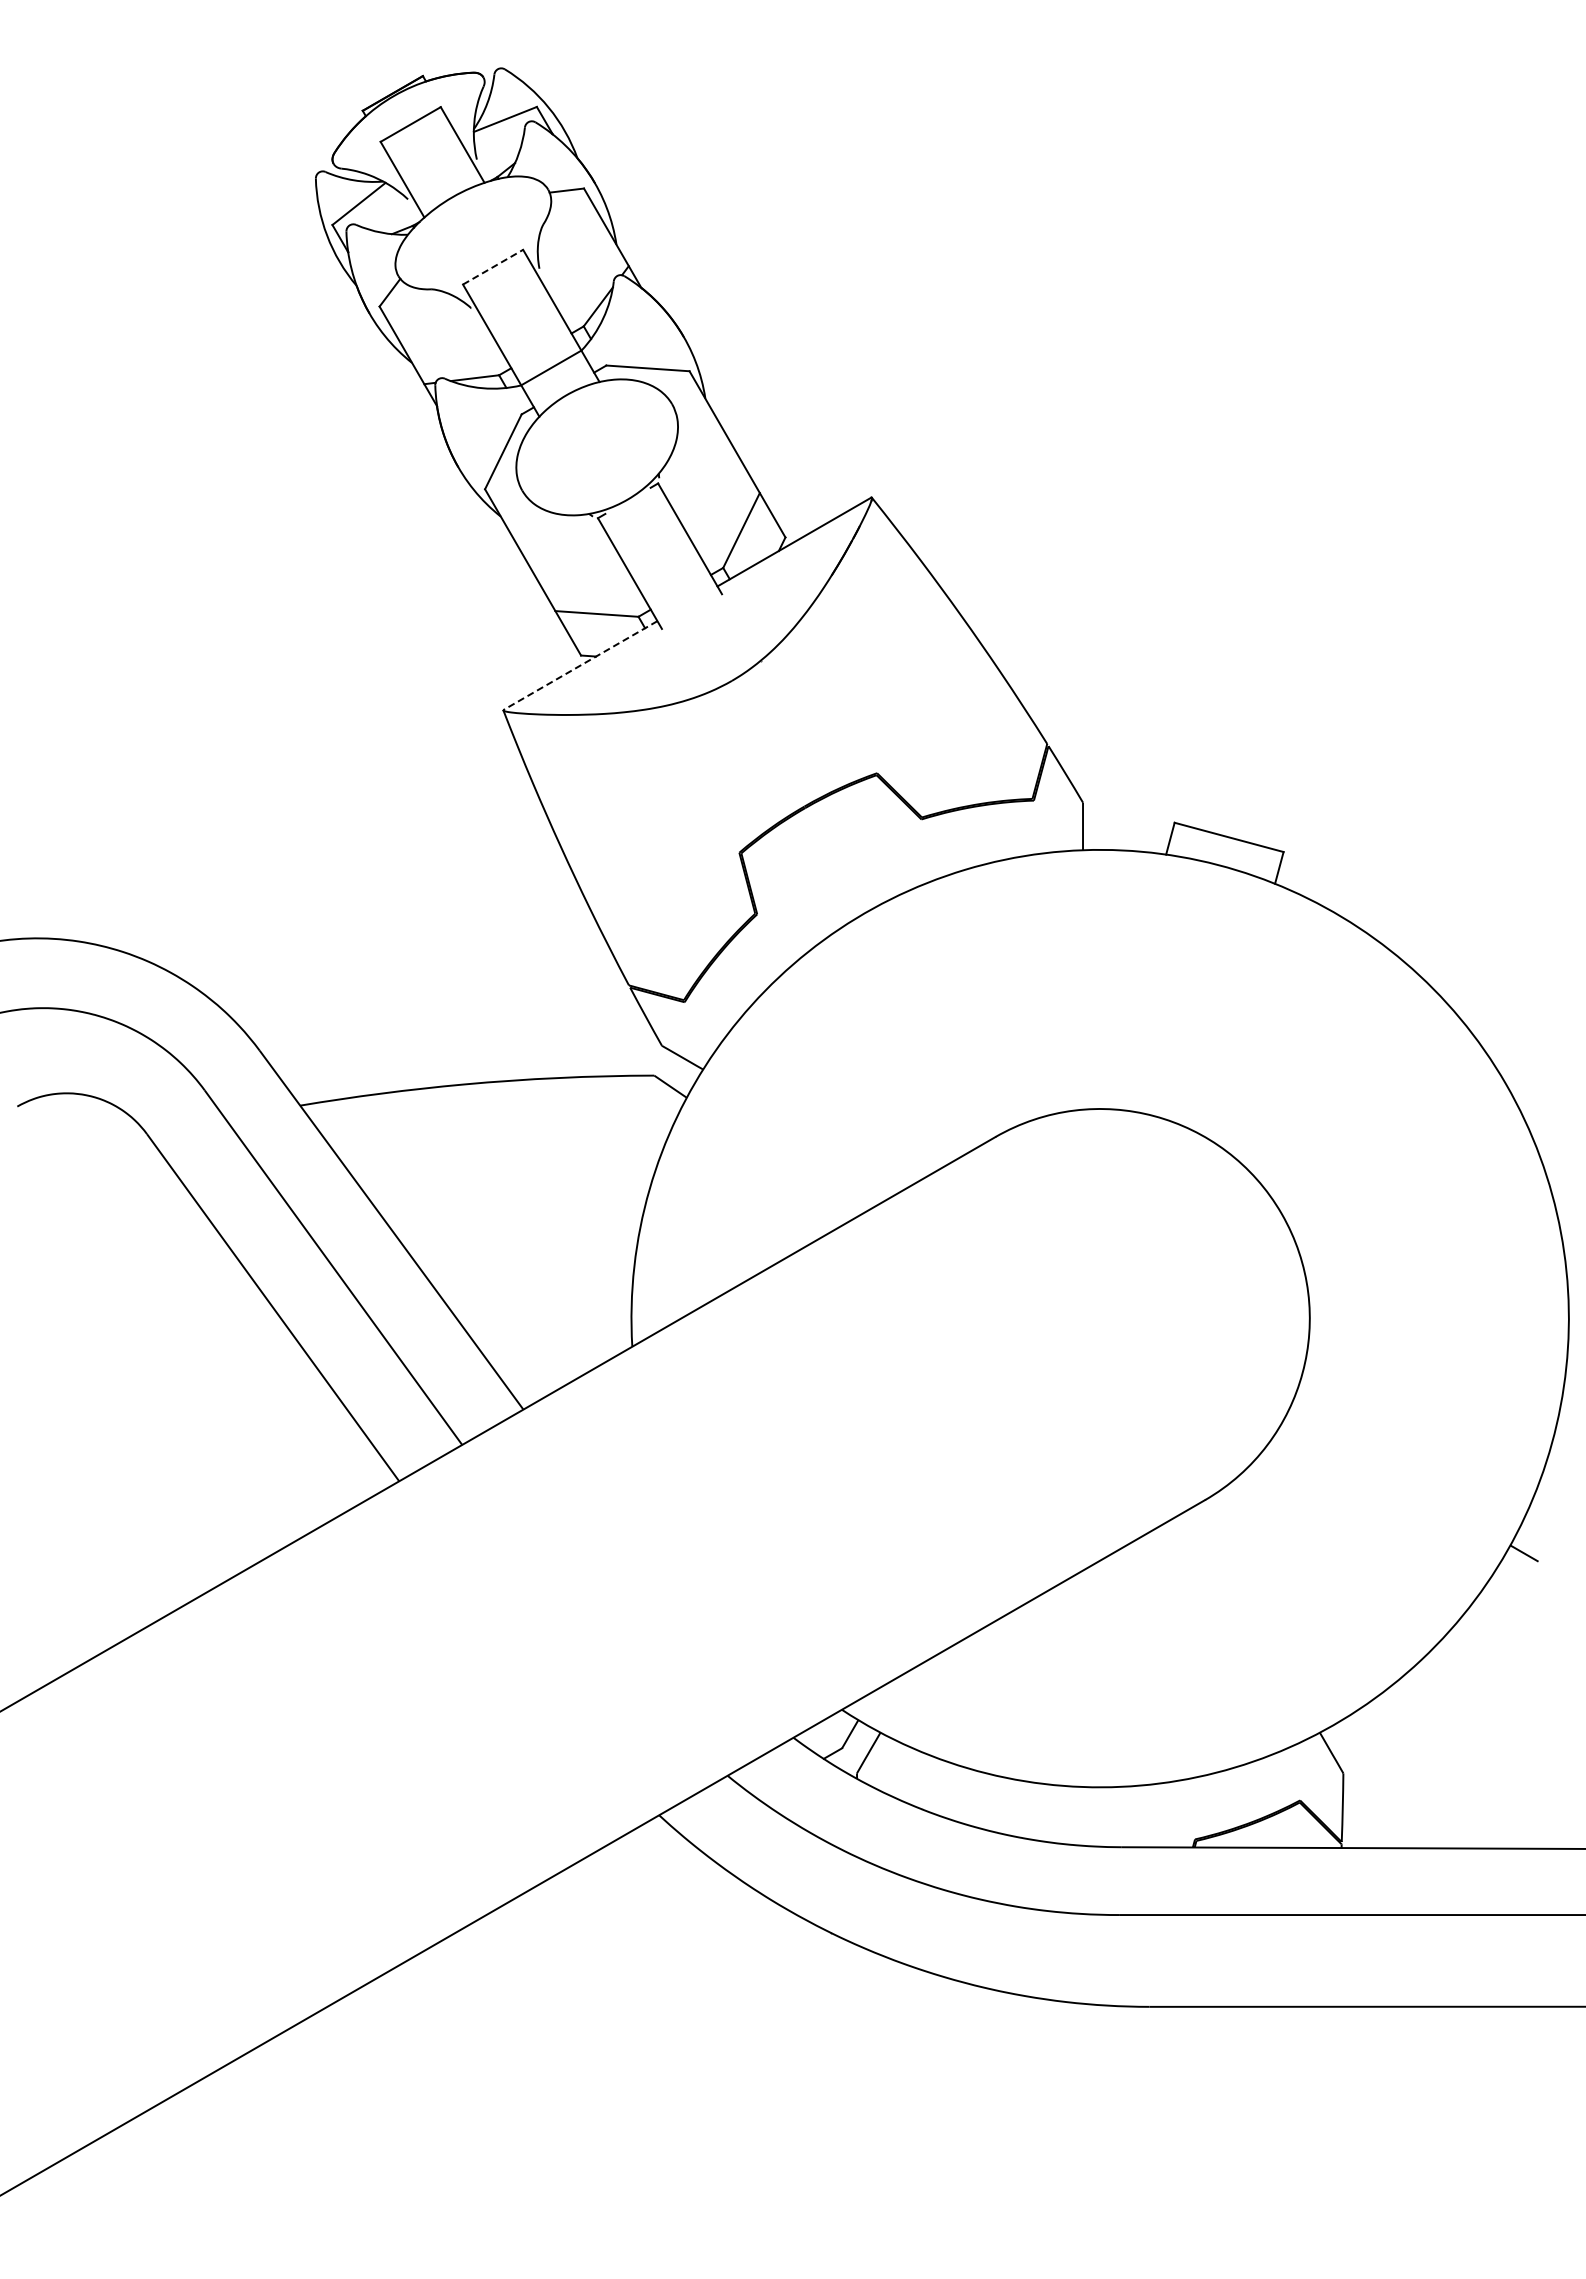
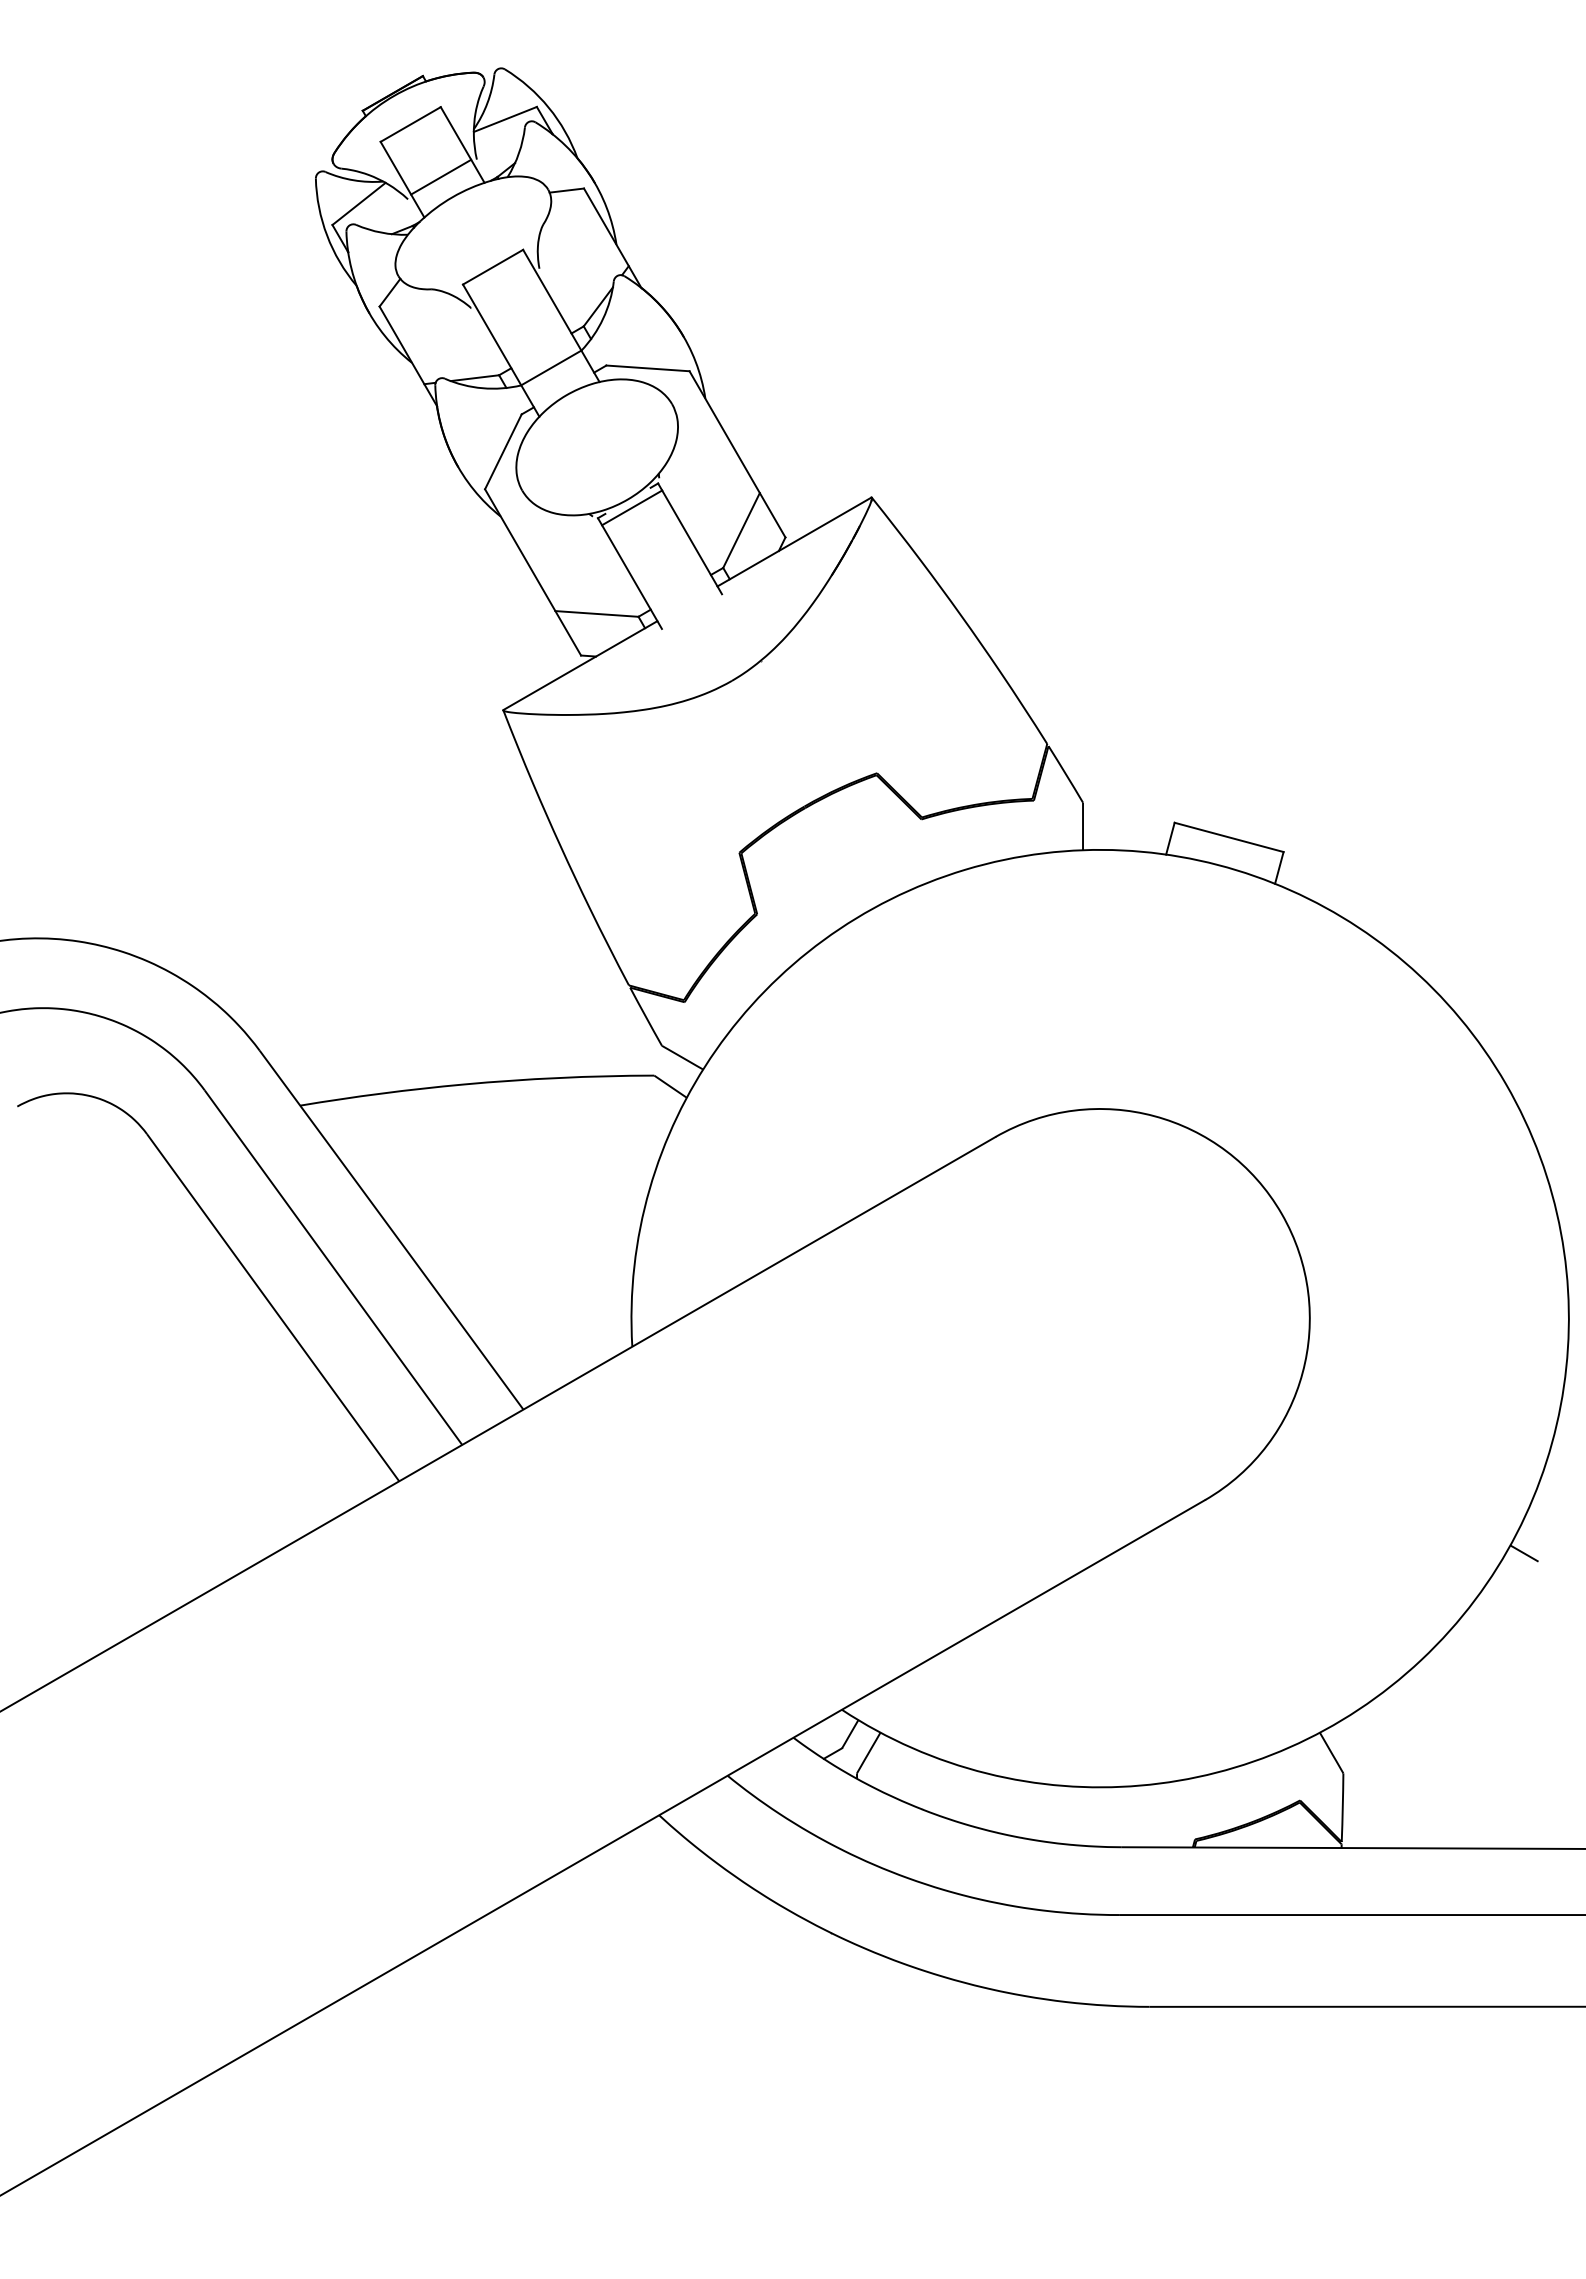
line at (441, 176): none -> present
line at (493, 267): dashed -> solid
line at (632, 507): none -> present
line at (580, 665): dashed -> solid
